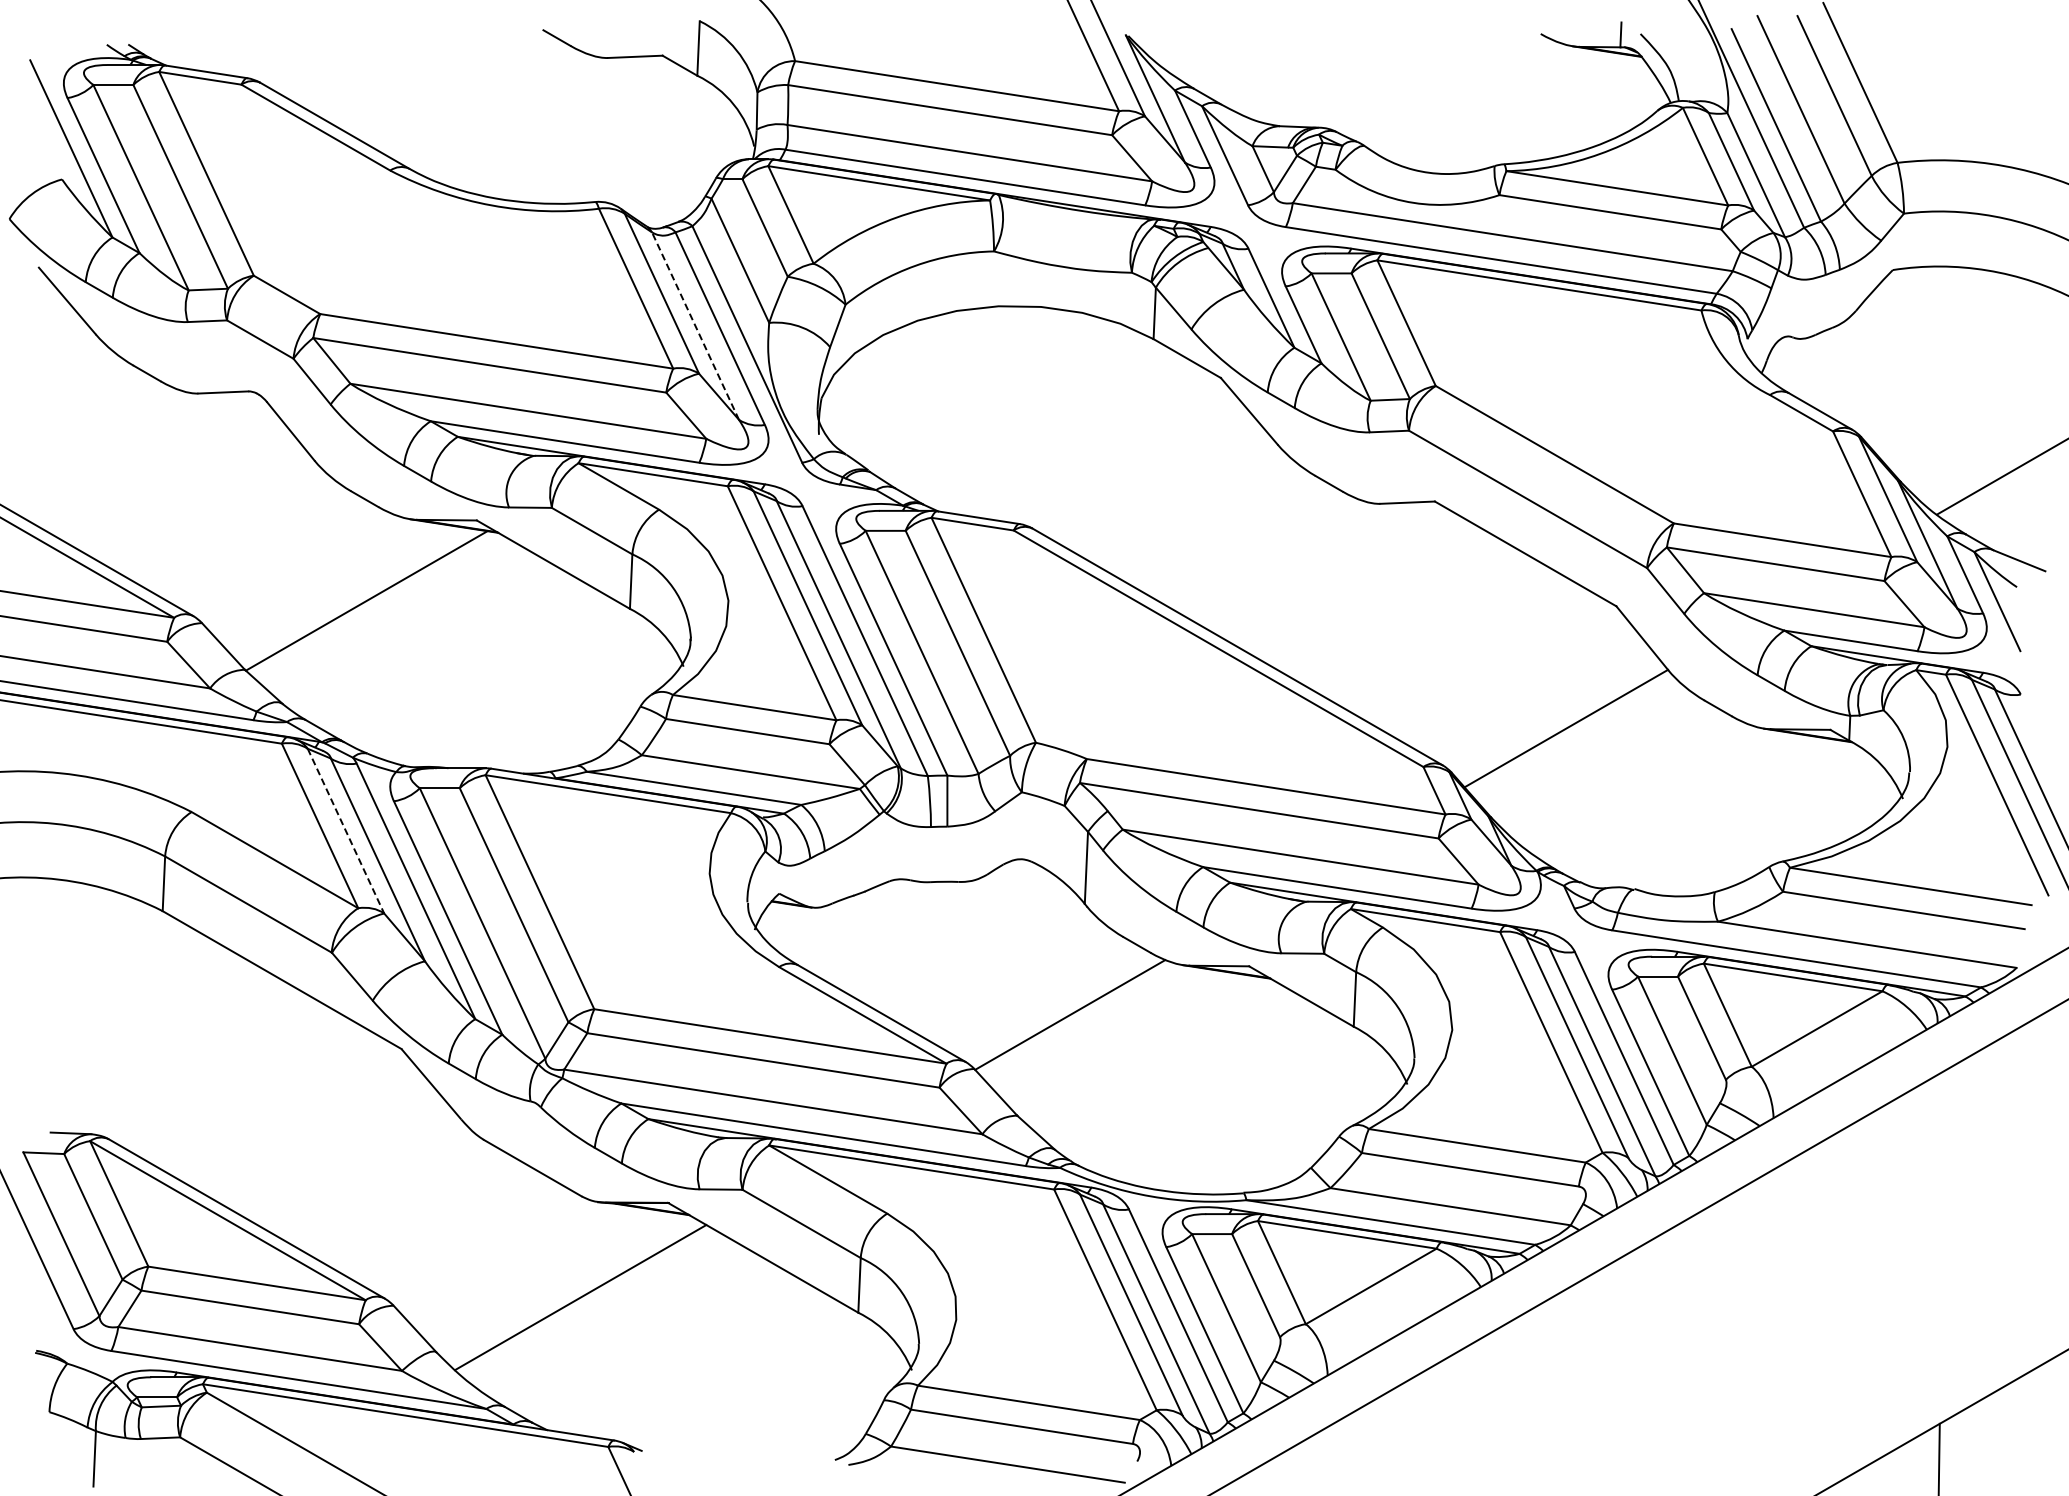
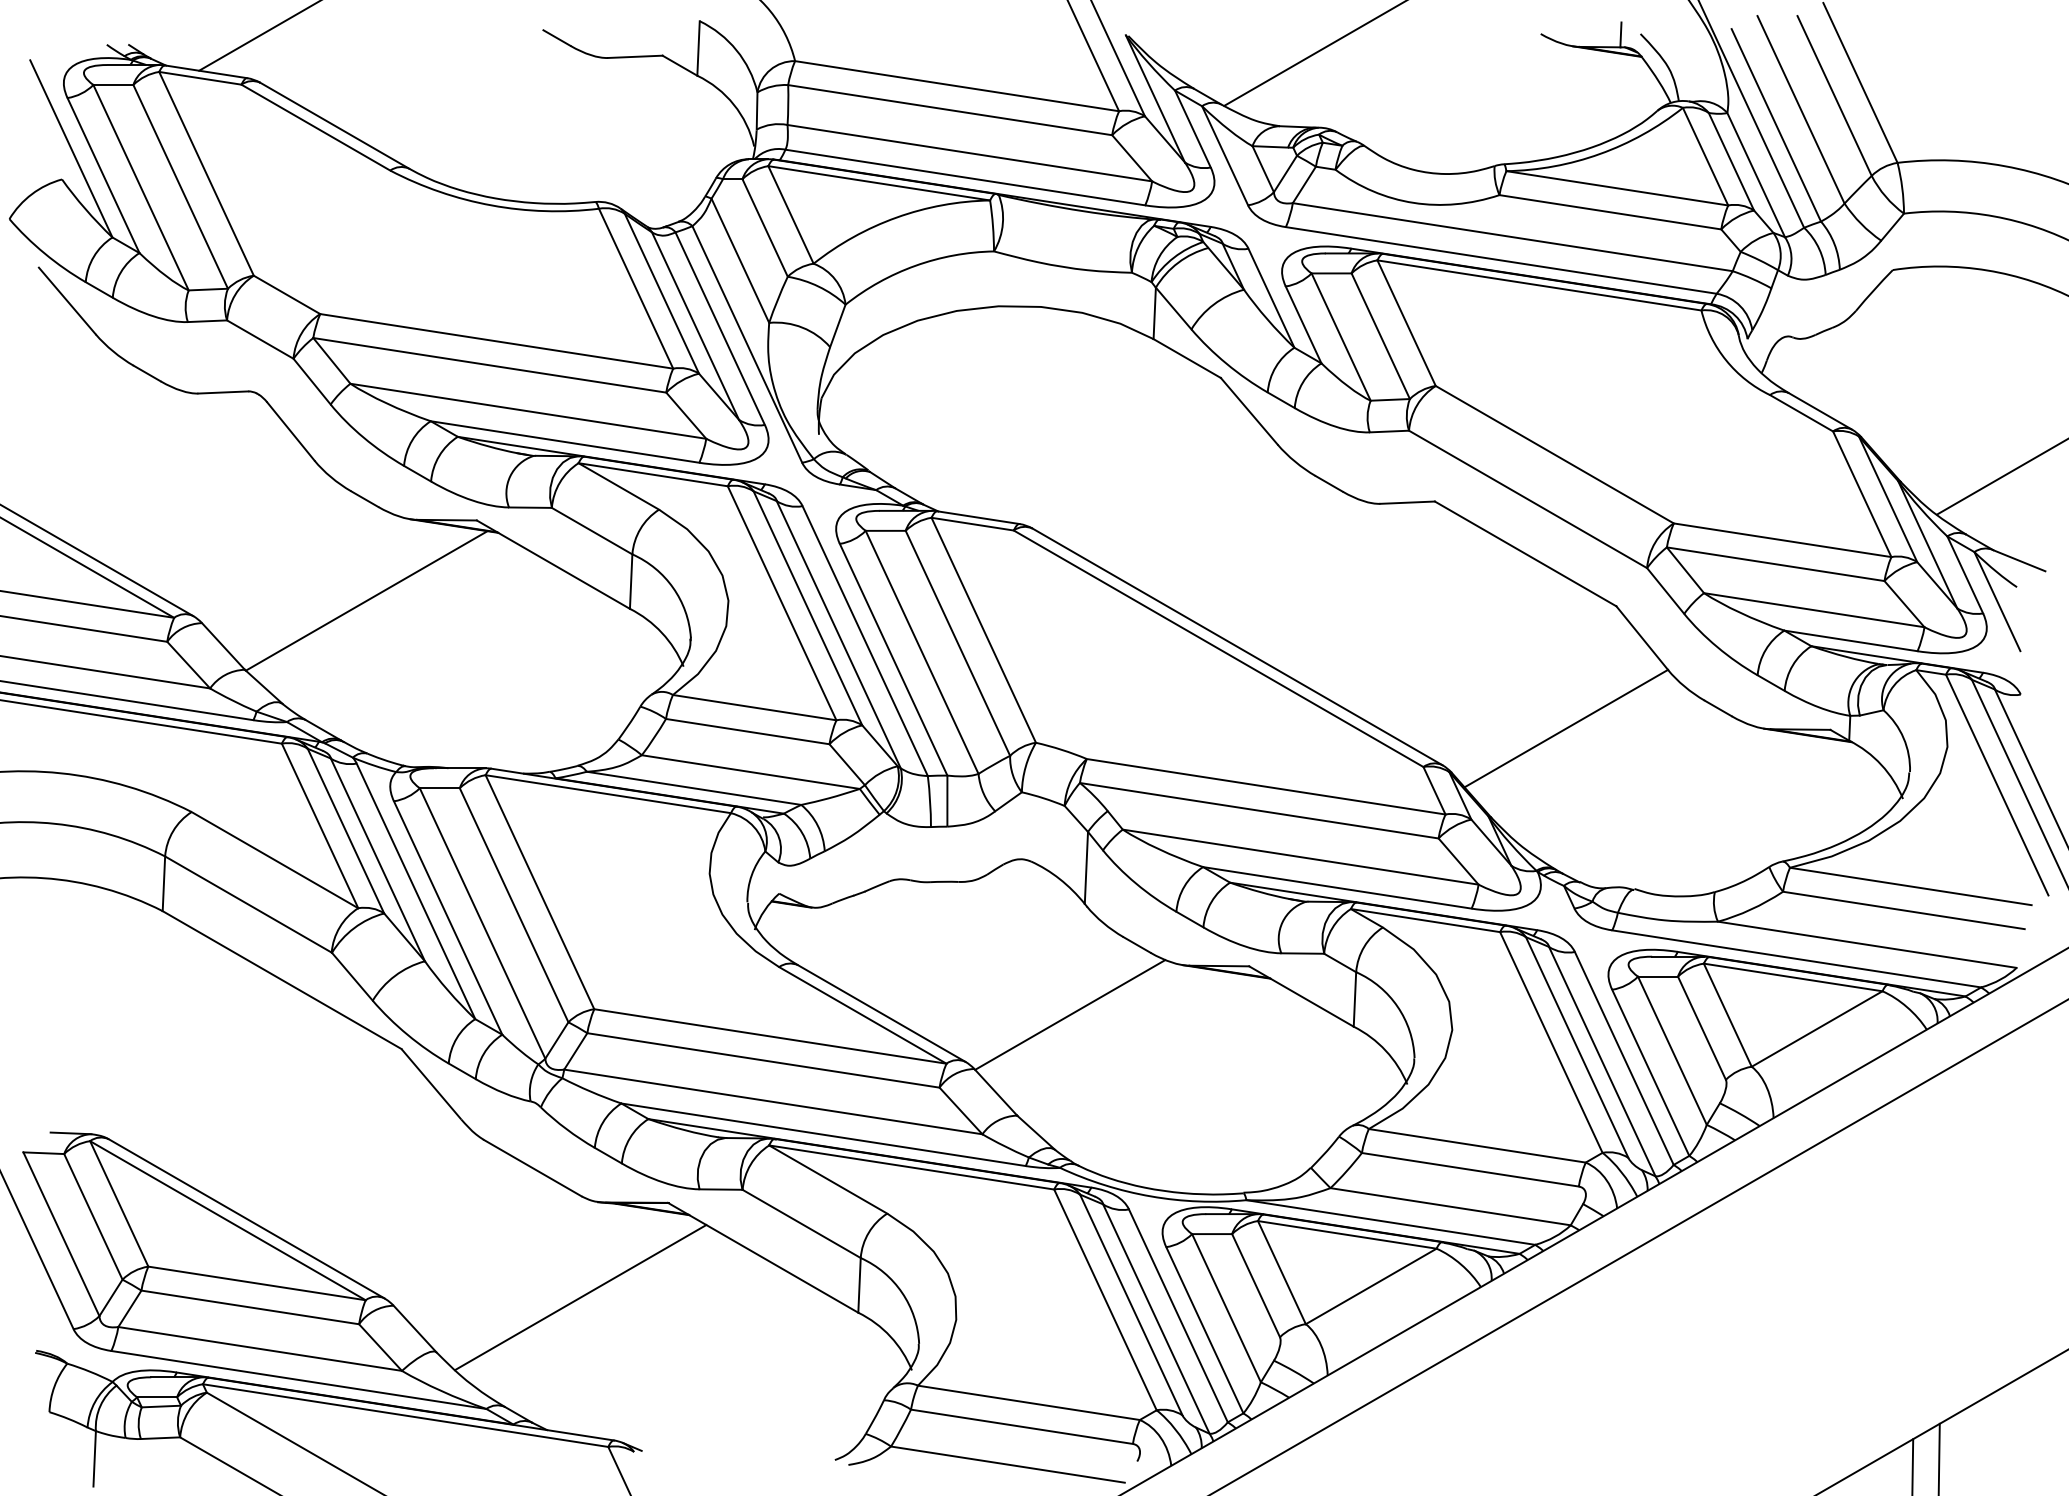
line at (258, 36): none -> present
line at (1313, 53): none -> present
line at (695, 325): dashed -> solid
line at (345, 831): dashed -> solid
line at (1912, 1465): none -> present
